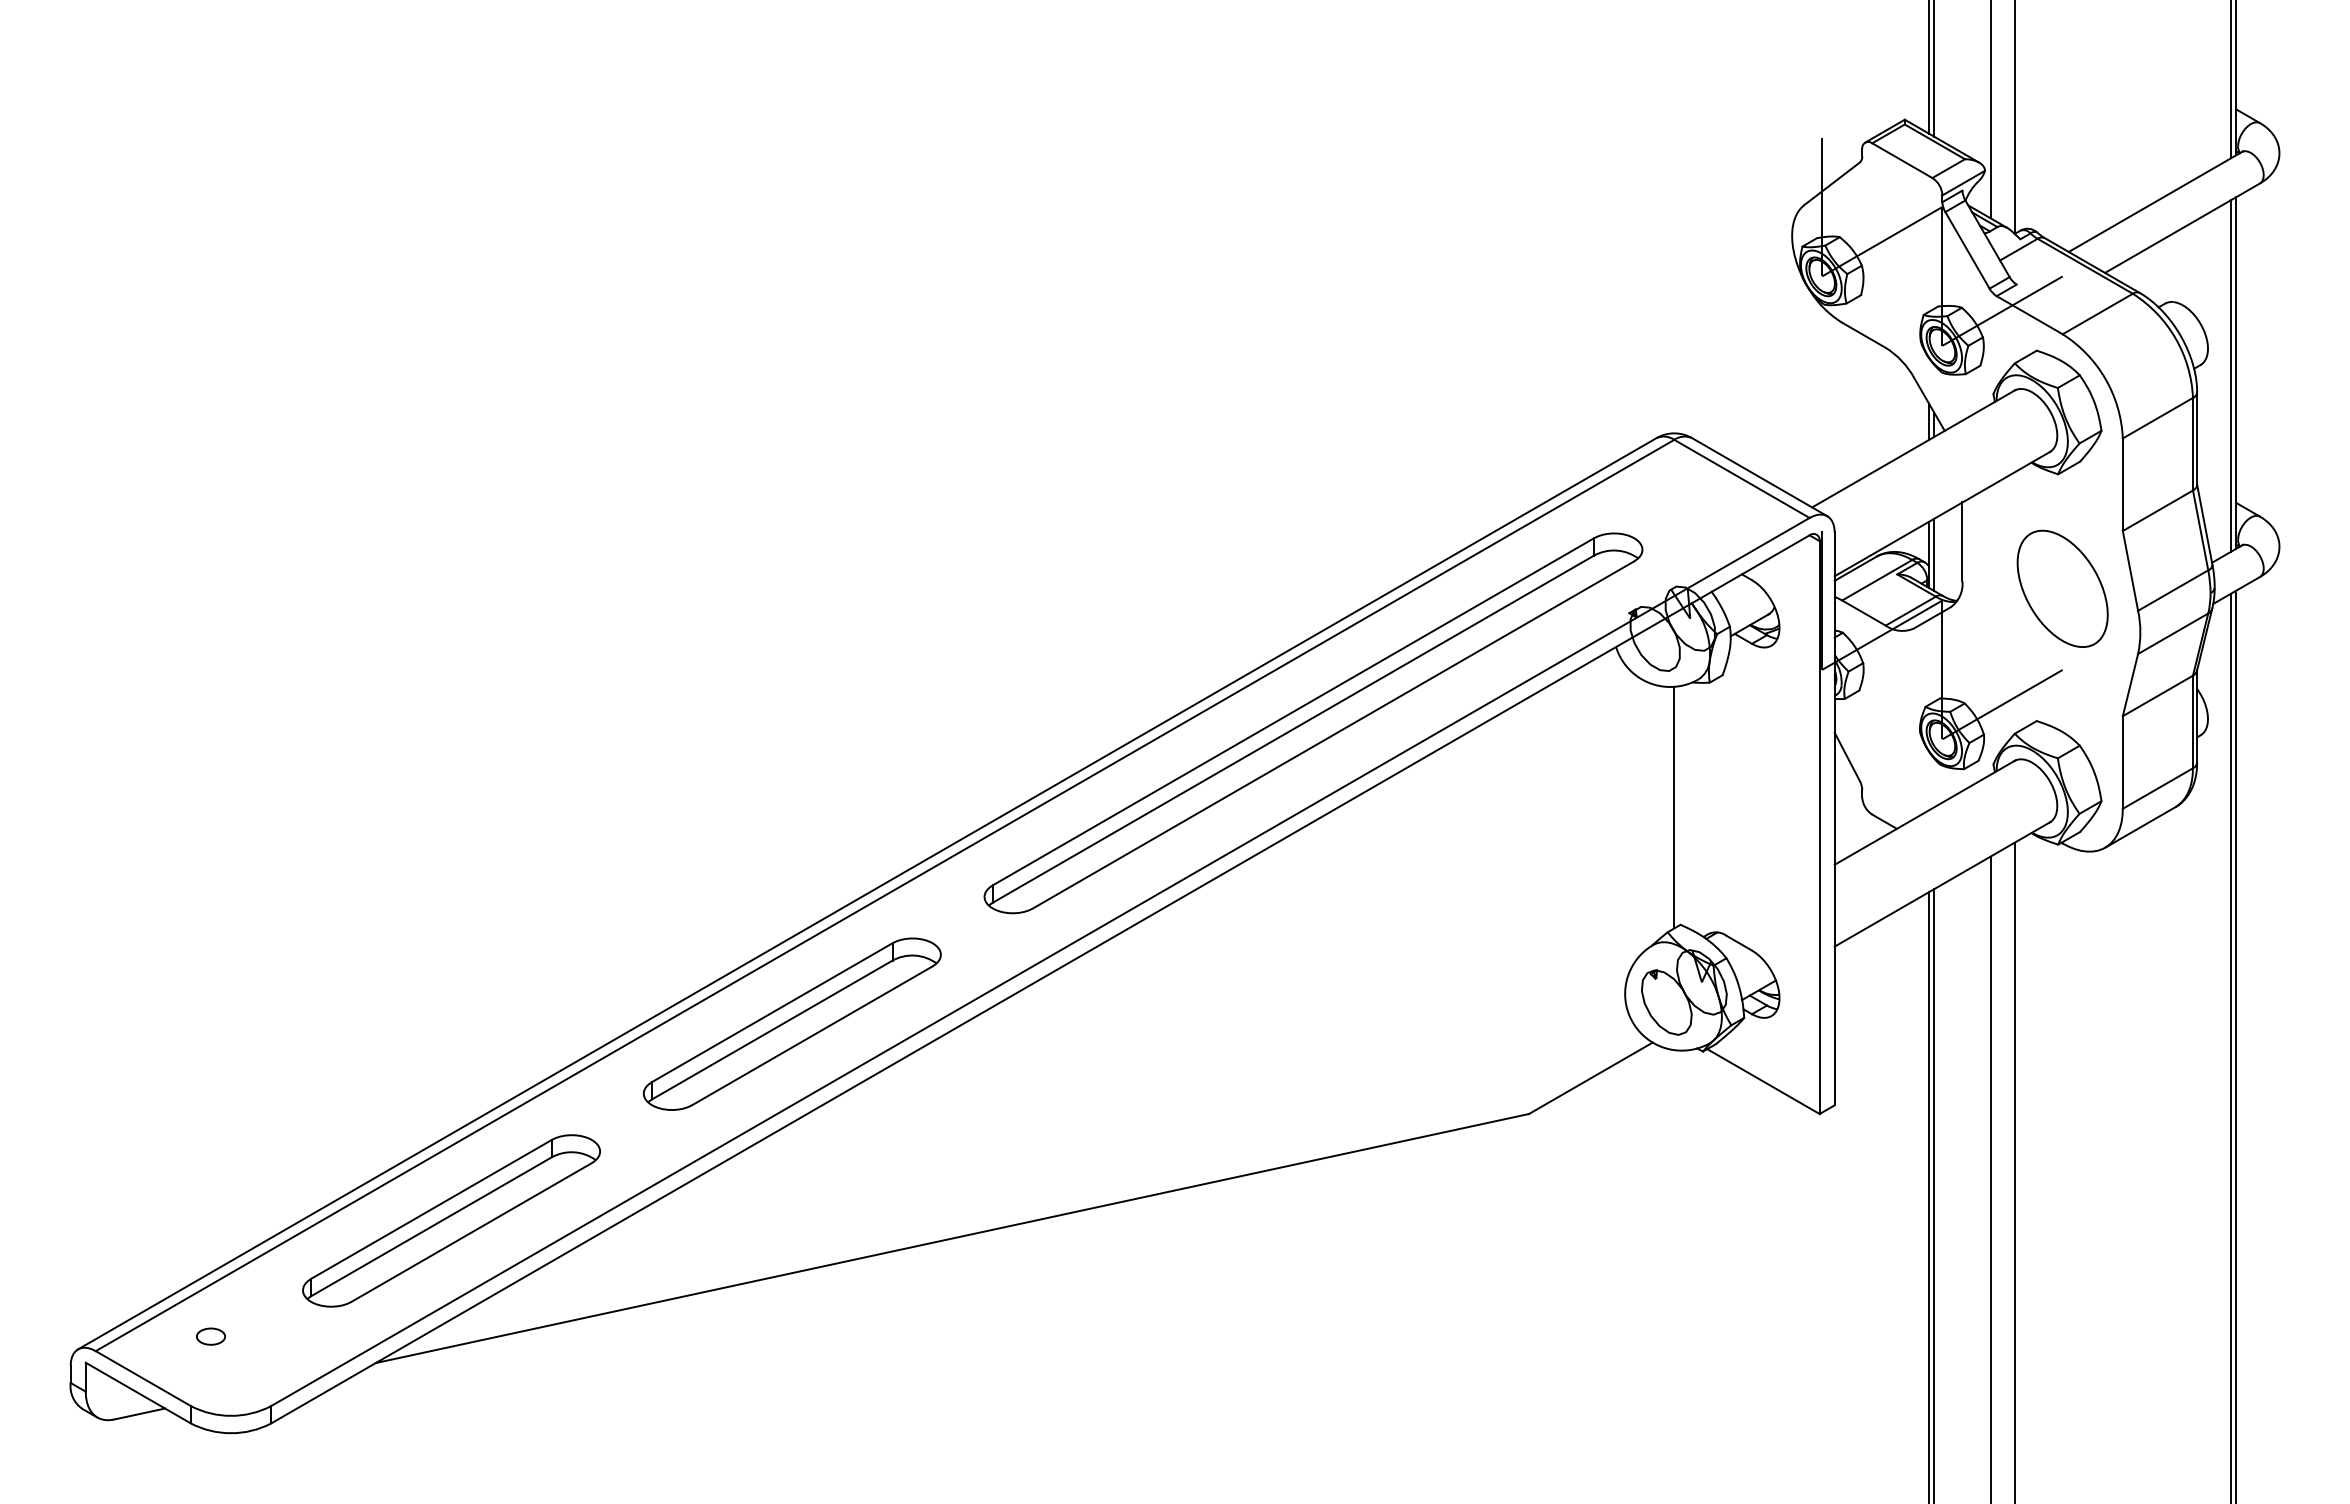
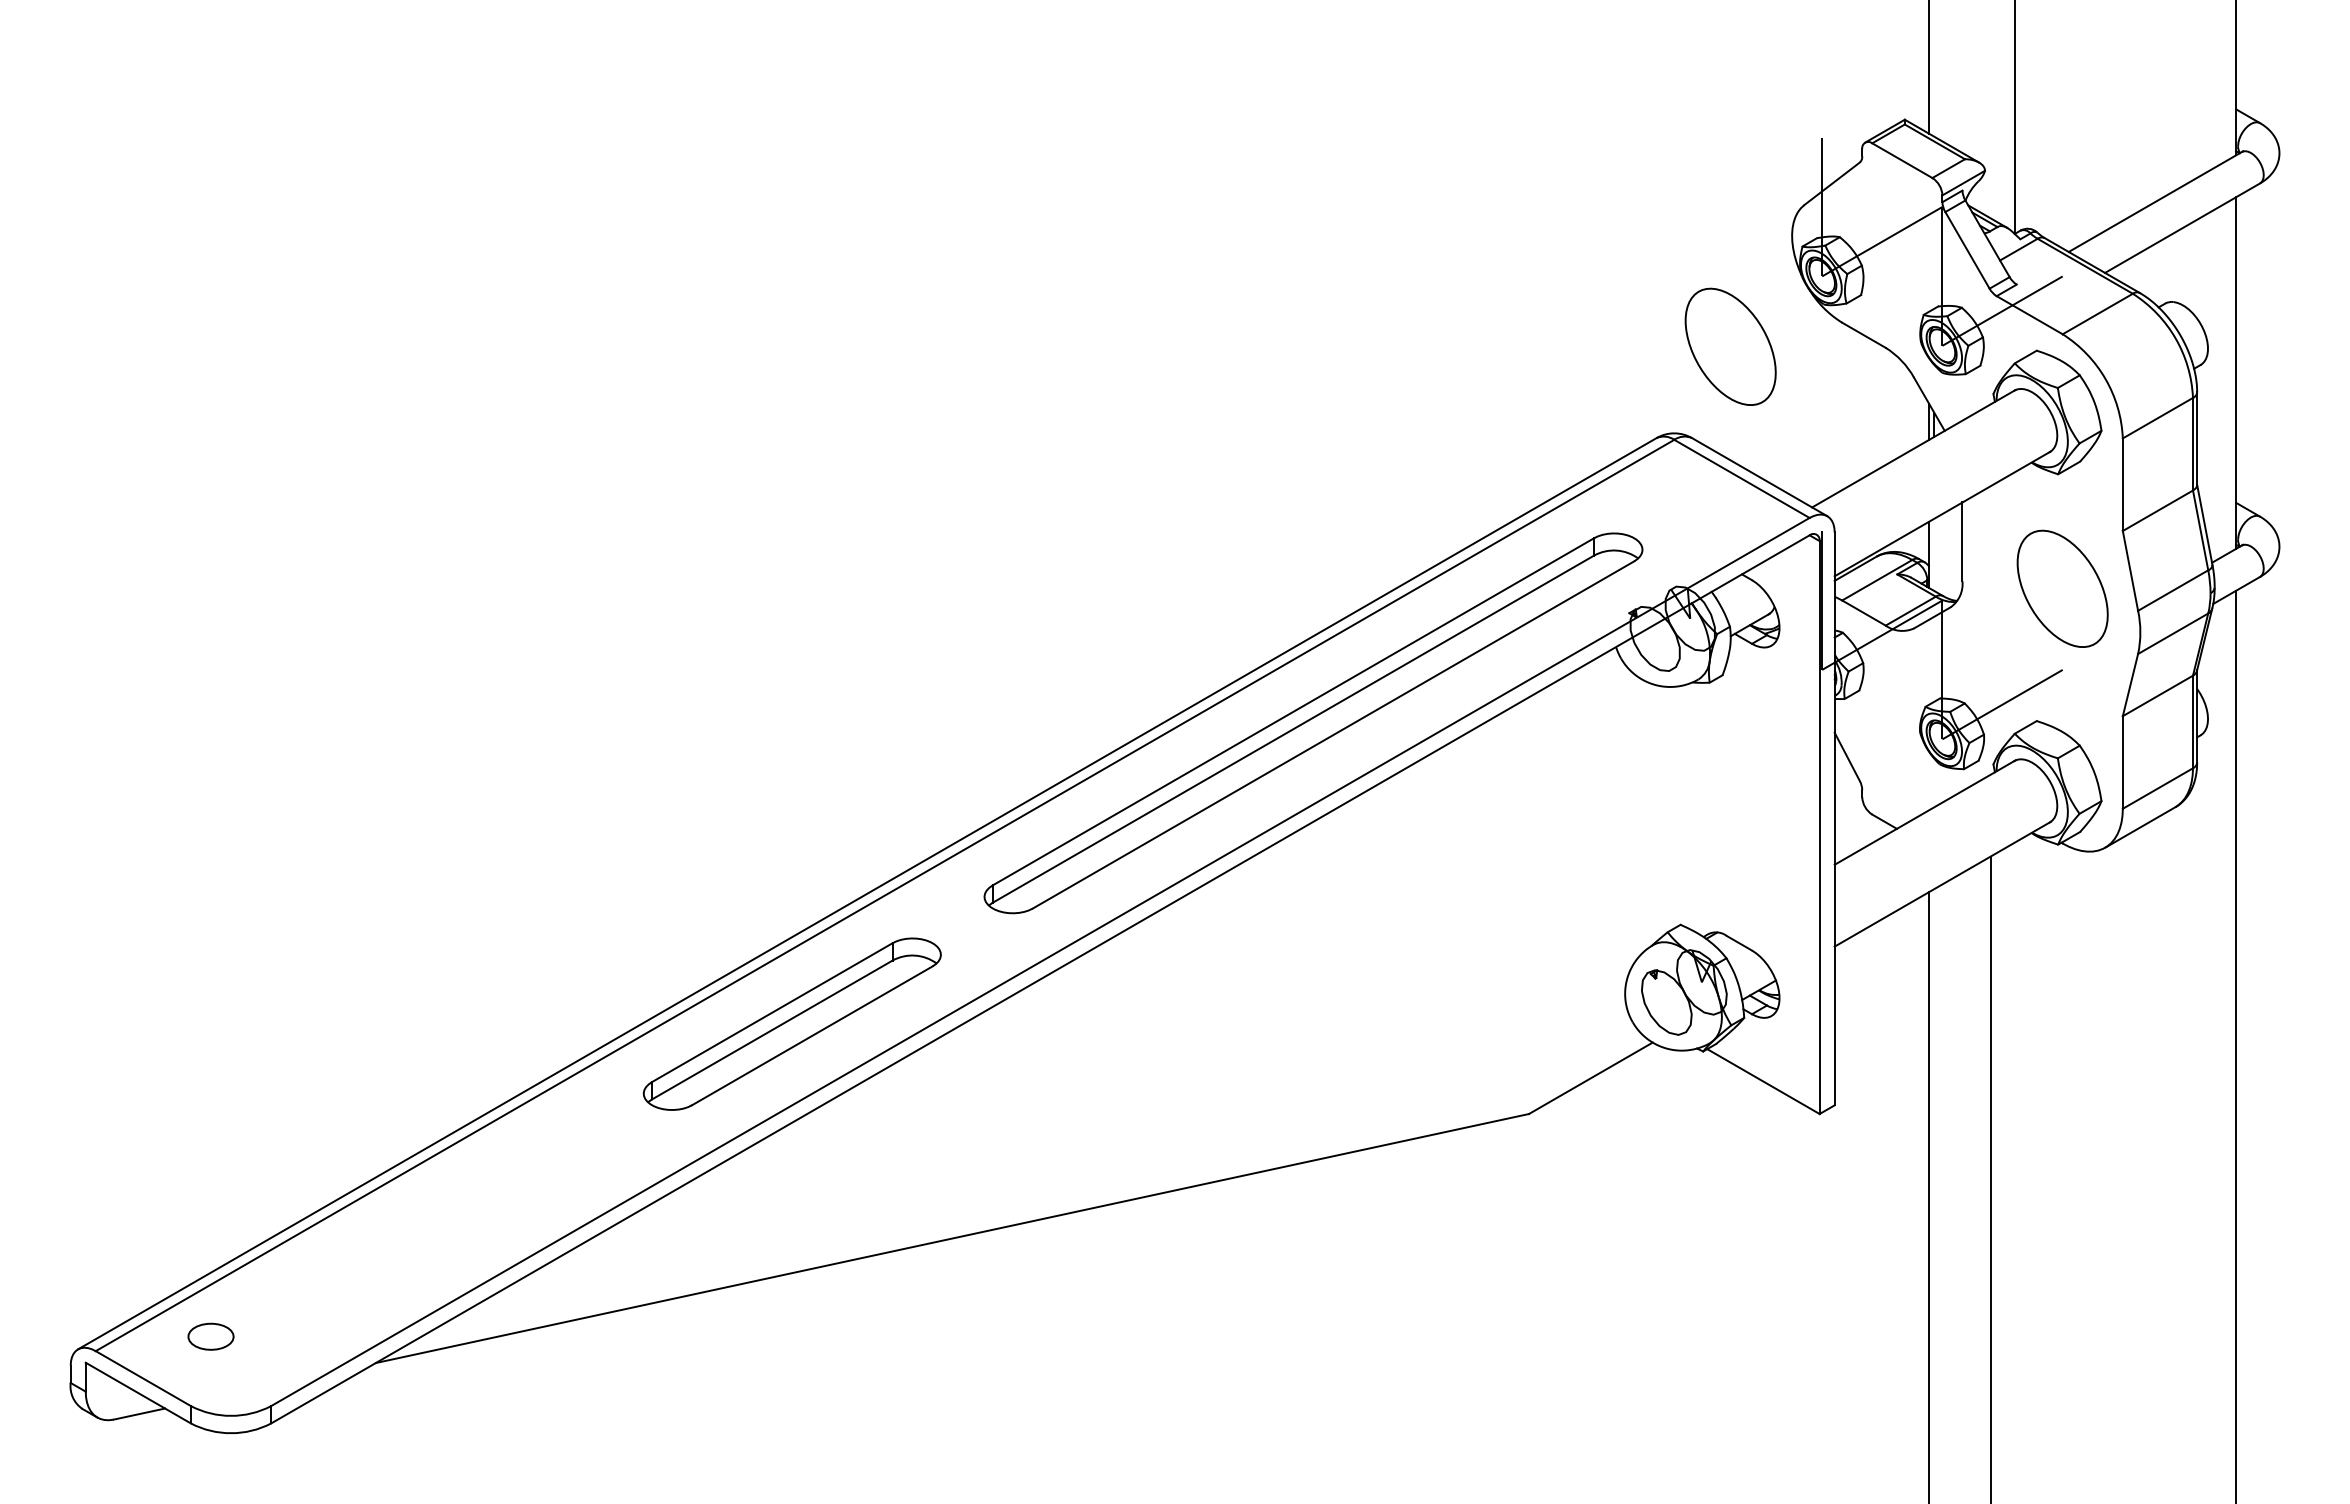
line at (1934, 69): present -> none
line at (2231, 80): present -> none
line at (1990, 110): present -> none
part at (1730, 346): none -> present
line at (2231, 375): present -> none
line at (1934, 554): present -> none
line at (1674, 807): present -> none
line at (2231, 1046): present -> none
line at (2014, 1171): present -> none
line at (1934, 1194): present -> none
part at (451, 1220): present -> none
part at (210, 1336) size: 30x19 px -> 48x29 px
